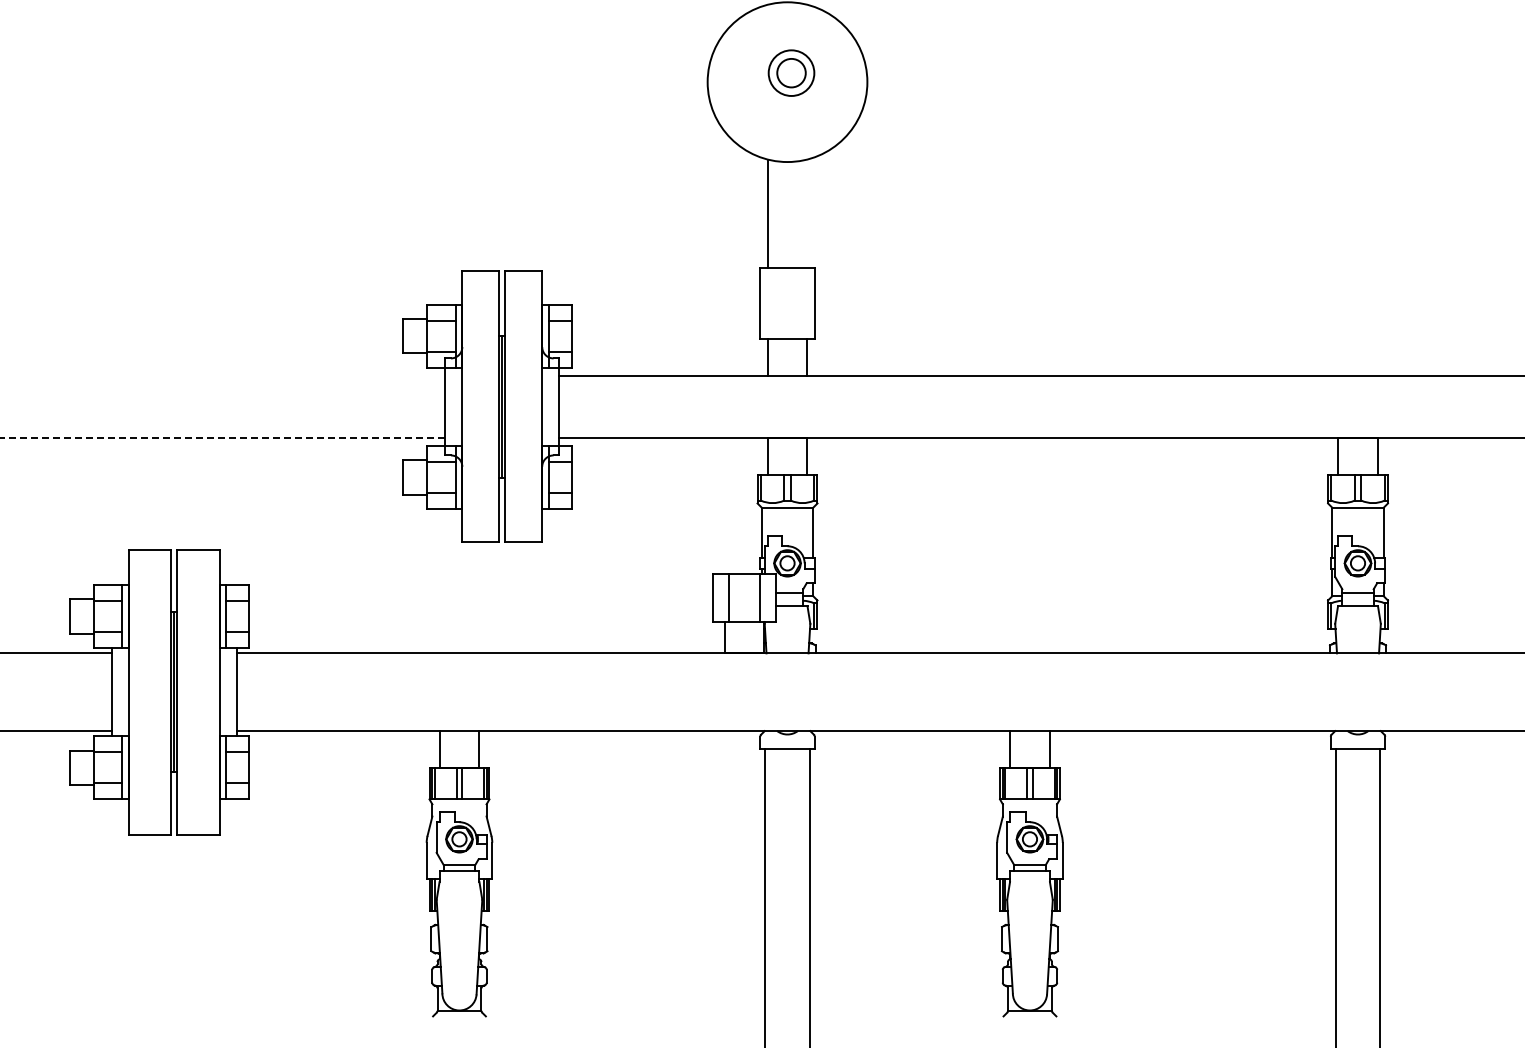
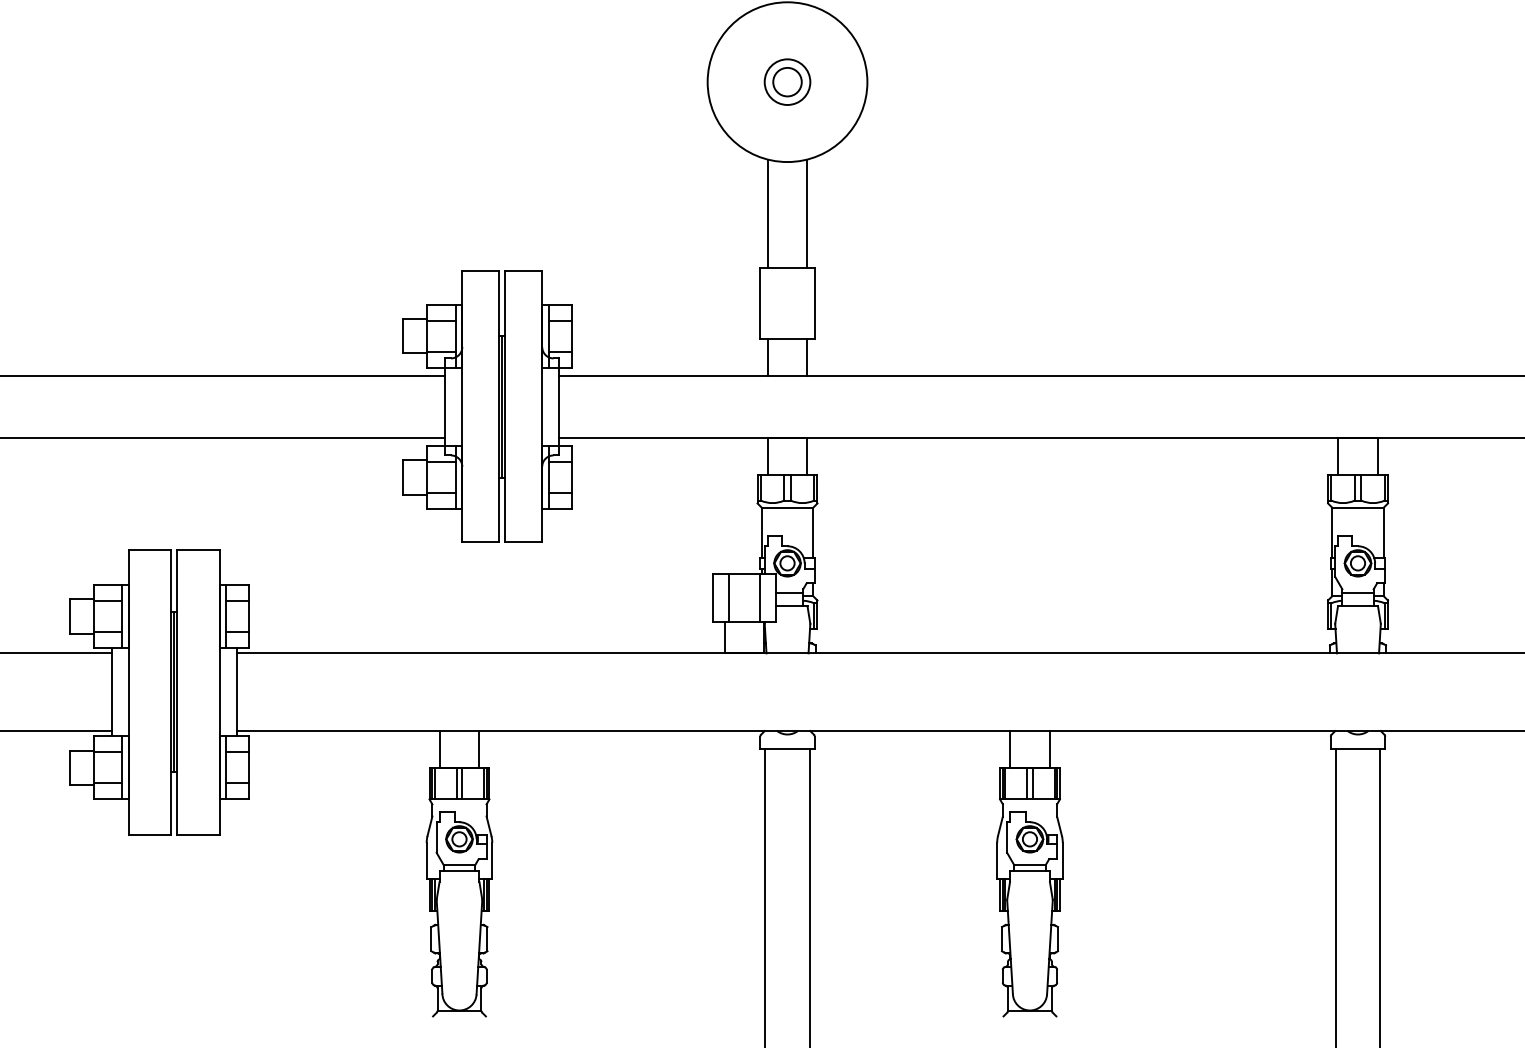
part at (791, 72) position: (791, 72) -> (787, 81)
line at (807, 213): none -> present
line at (223, 375): none -> present
line at (222, 437): dashed -> solid
